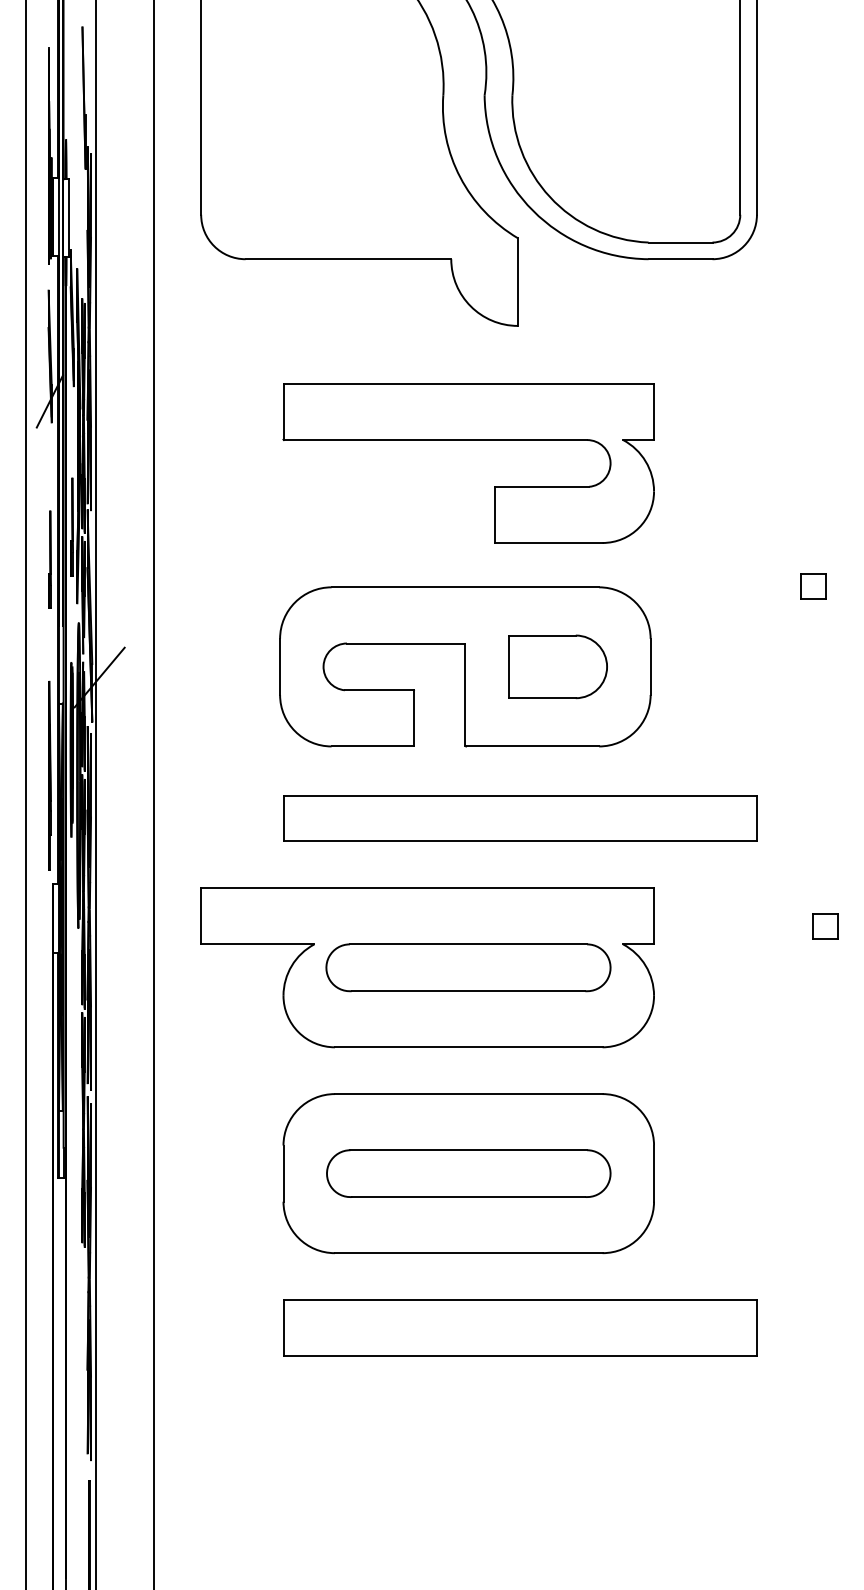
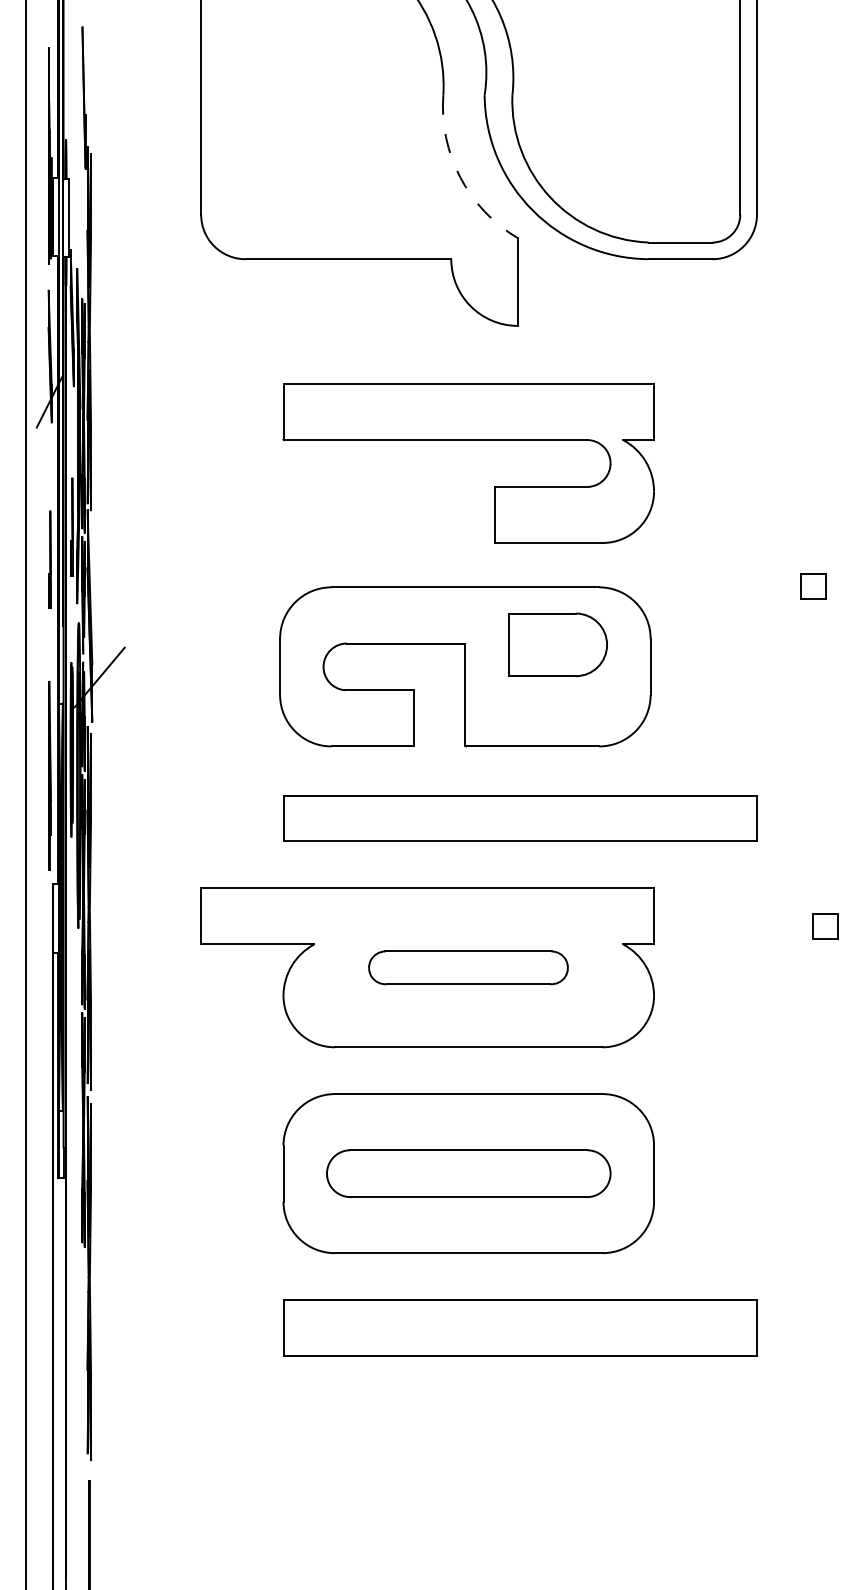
arc at (460, 177): solid -> dashed
part at (557, 666) position: (557, 666) -> (557, 644)
line at (95, 794): present -> none
line at (154, 794): present -> none
part at (468, 967) size: 287x50 px -> 201x36 px
